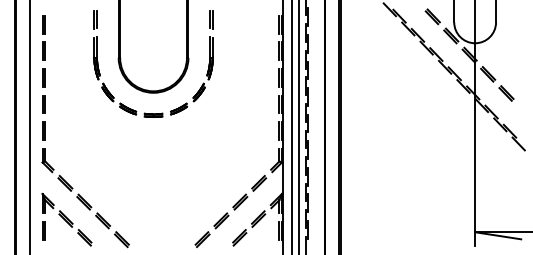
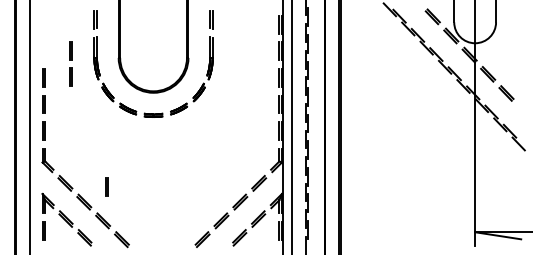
line at (43, 34) position: (43, 34) -> (70, 60)
line at (299, 126): present -> none
line at (106, 186): none -> present
